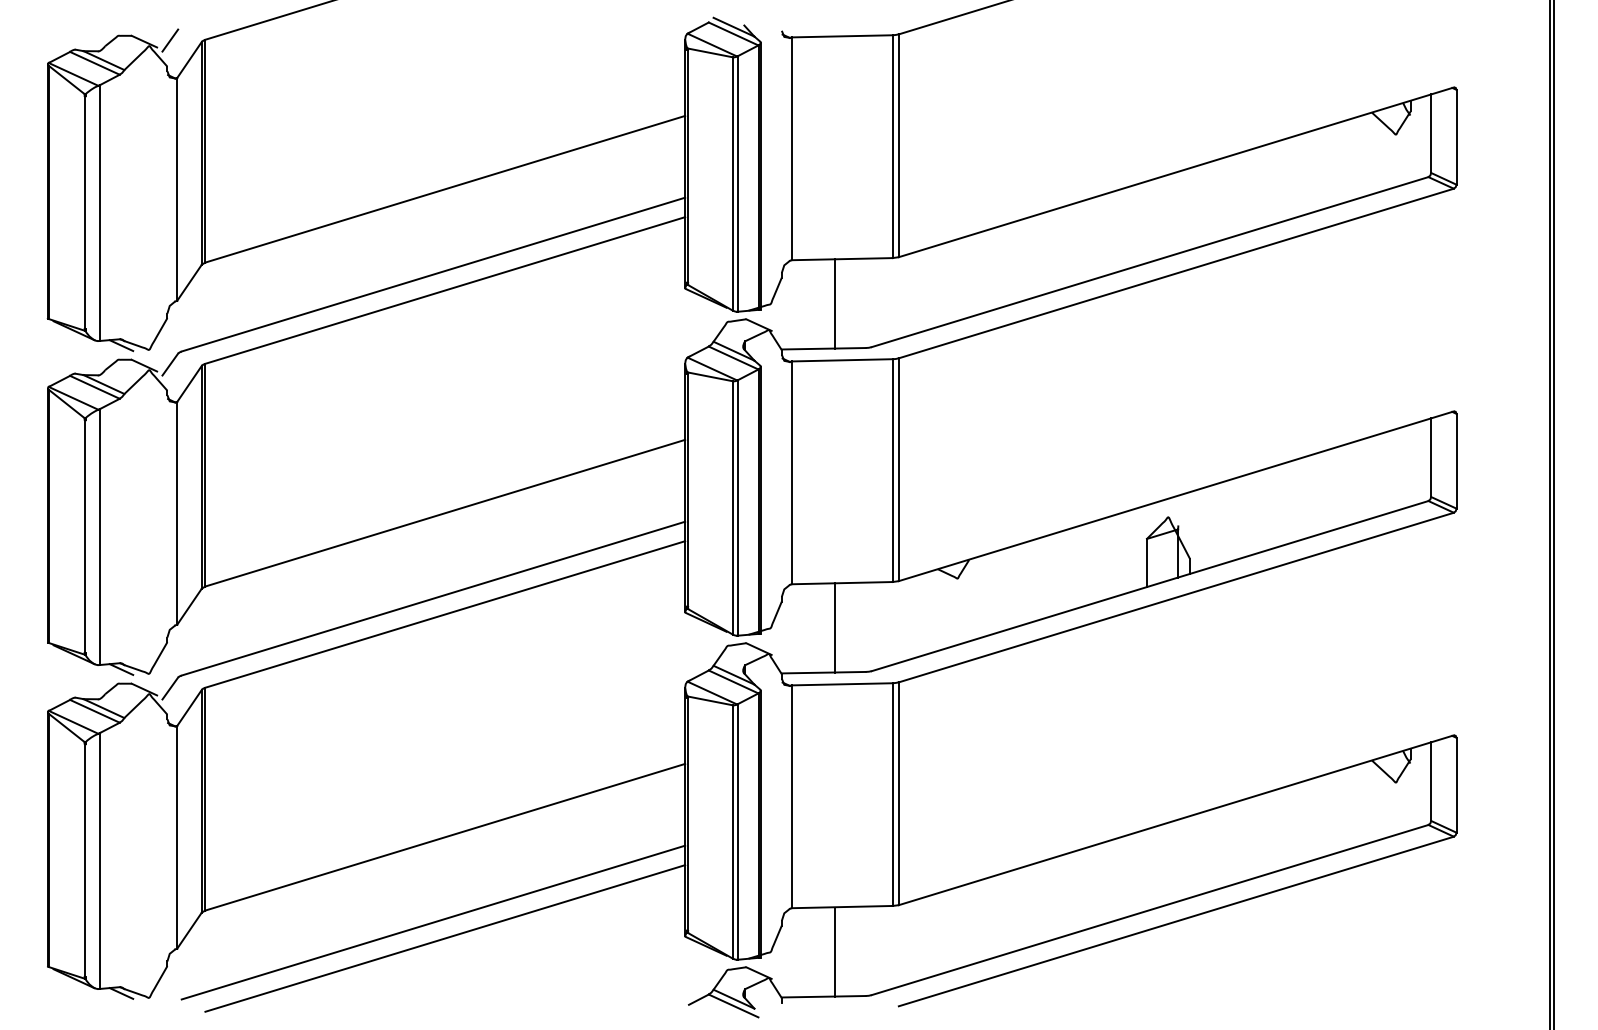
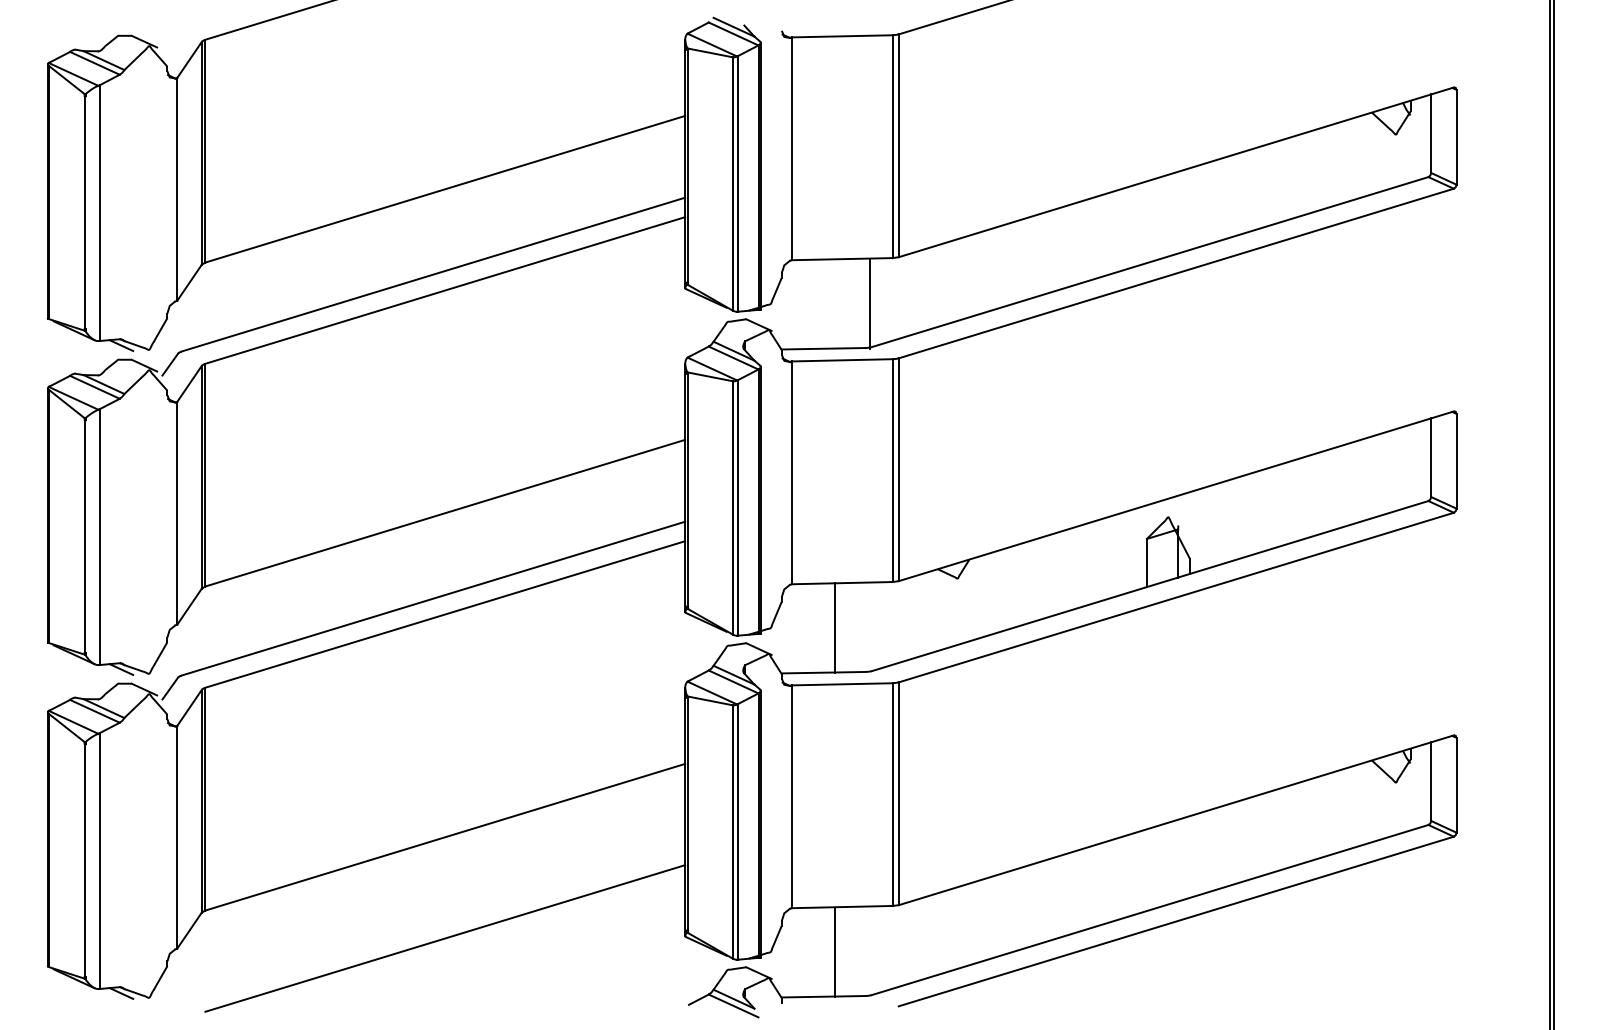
line at (170, 40): present -> none
line at (835, 303) position: (835, 303) -> (870, 303)
line at (433, 922): present -> none
